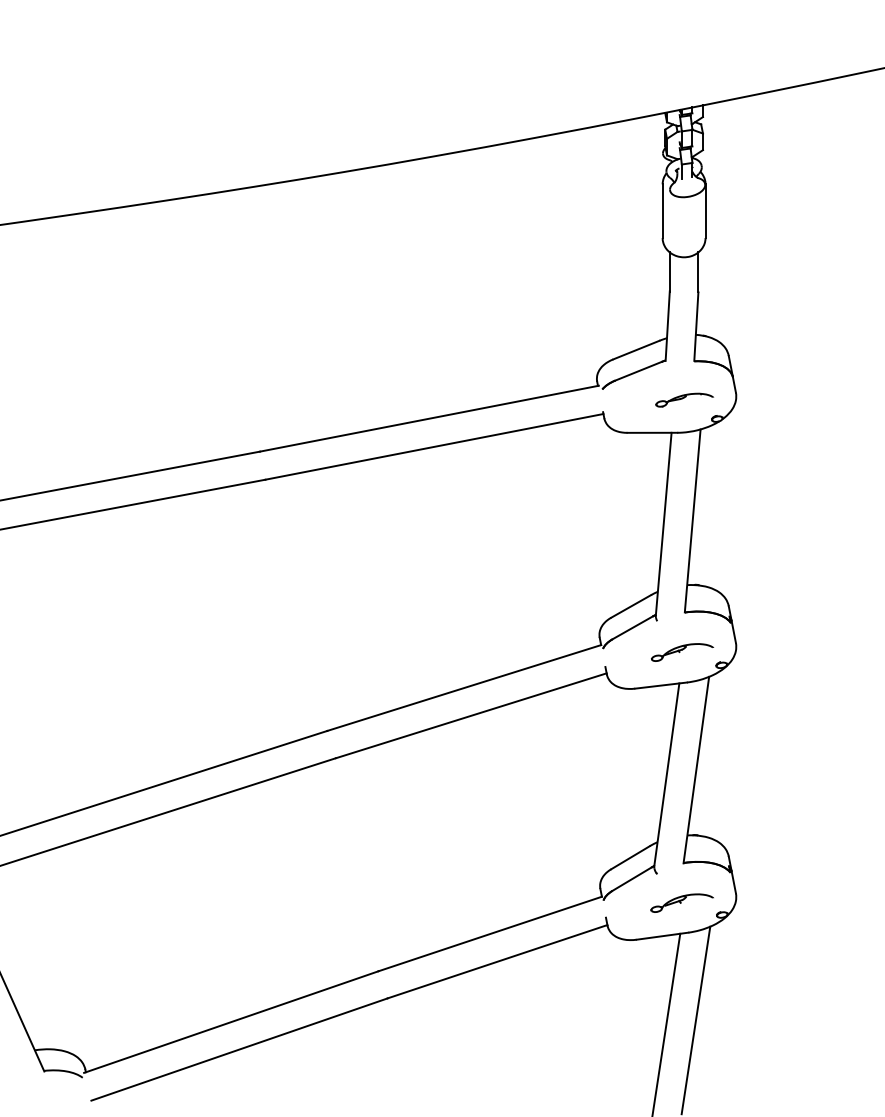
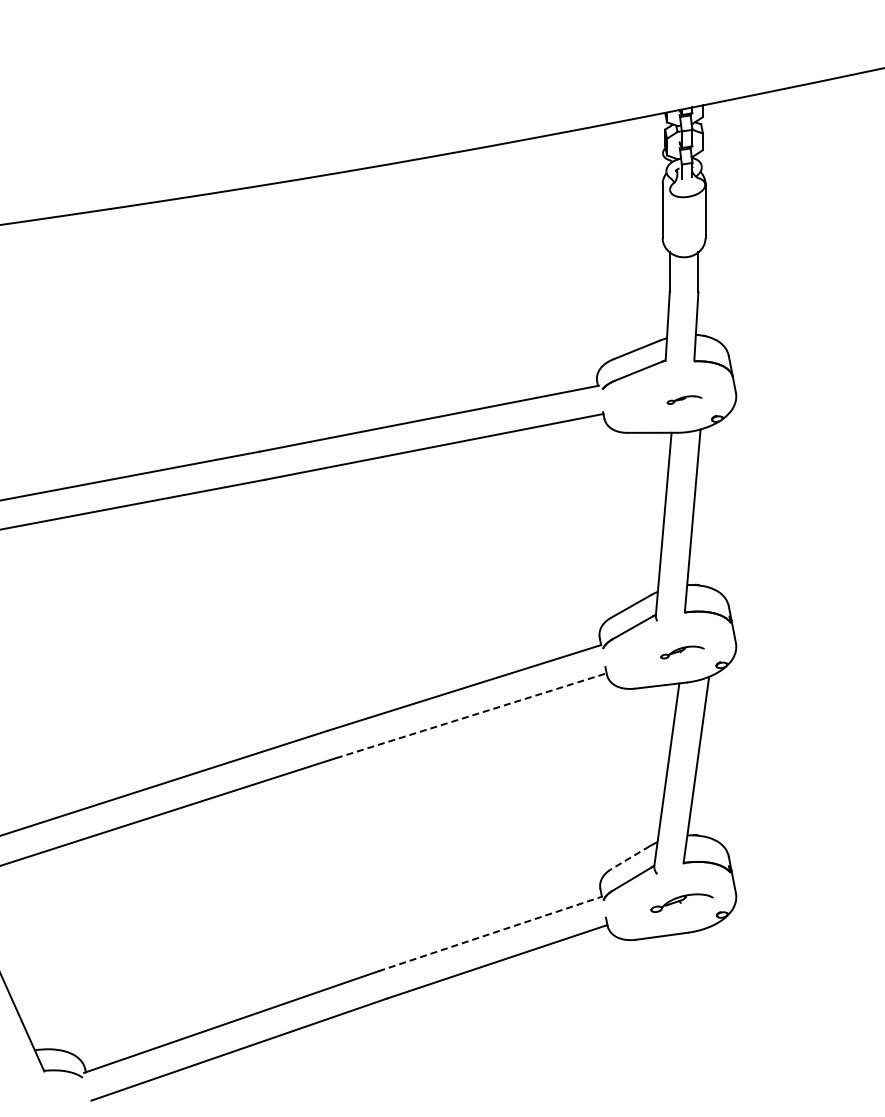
part at (684, 399) size: 60x16 px -> 37x10 px
part at (682, 652) size: 64x19 px -> 45x15 px
line at (471, 715): solid -> dashed
line at (630, 858): solid -> dashed
line at (490, 934): solid -> dashed
line at (695, 1019): present -> none
line at (666, 1023): present -> none
